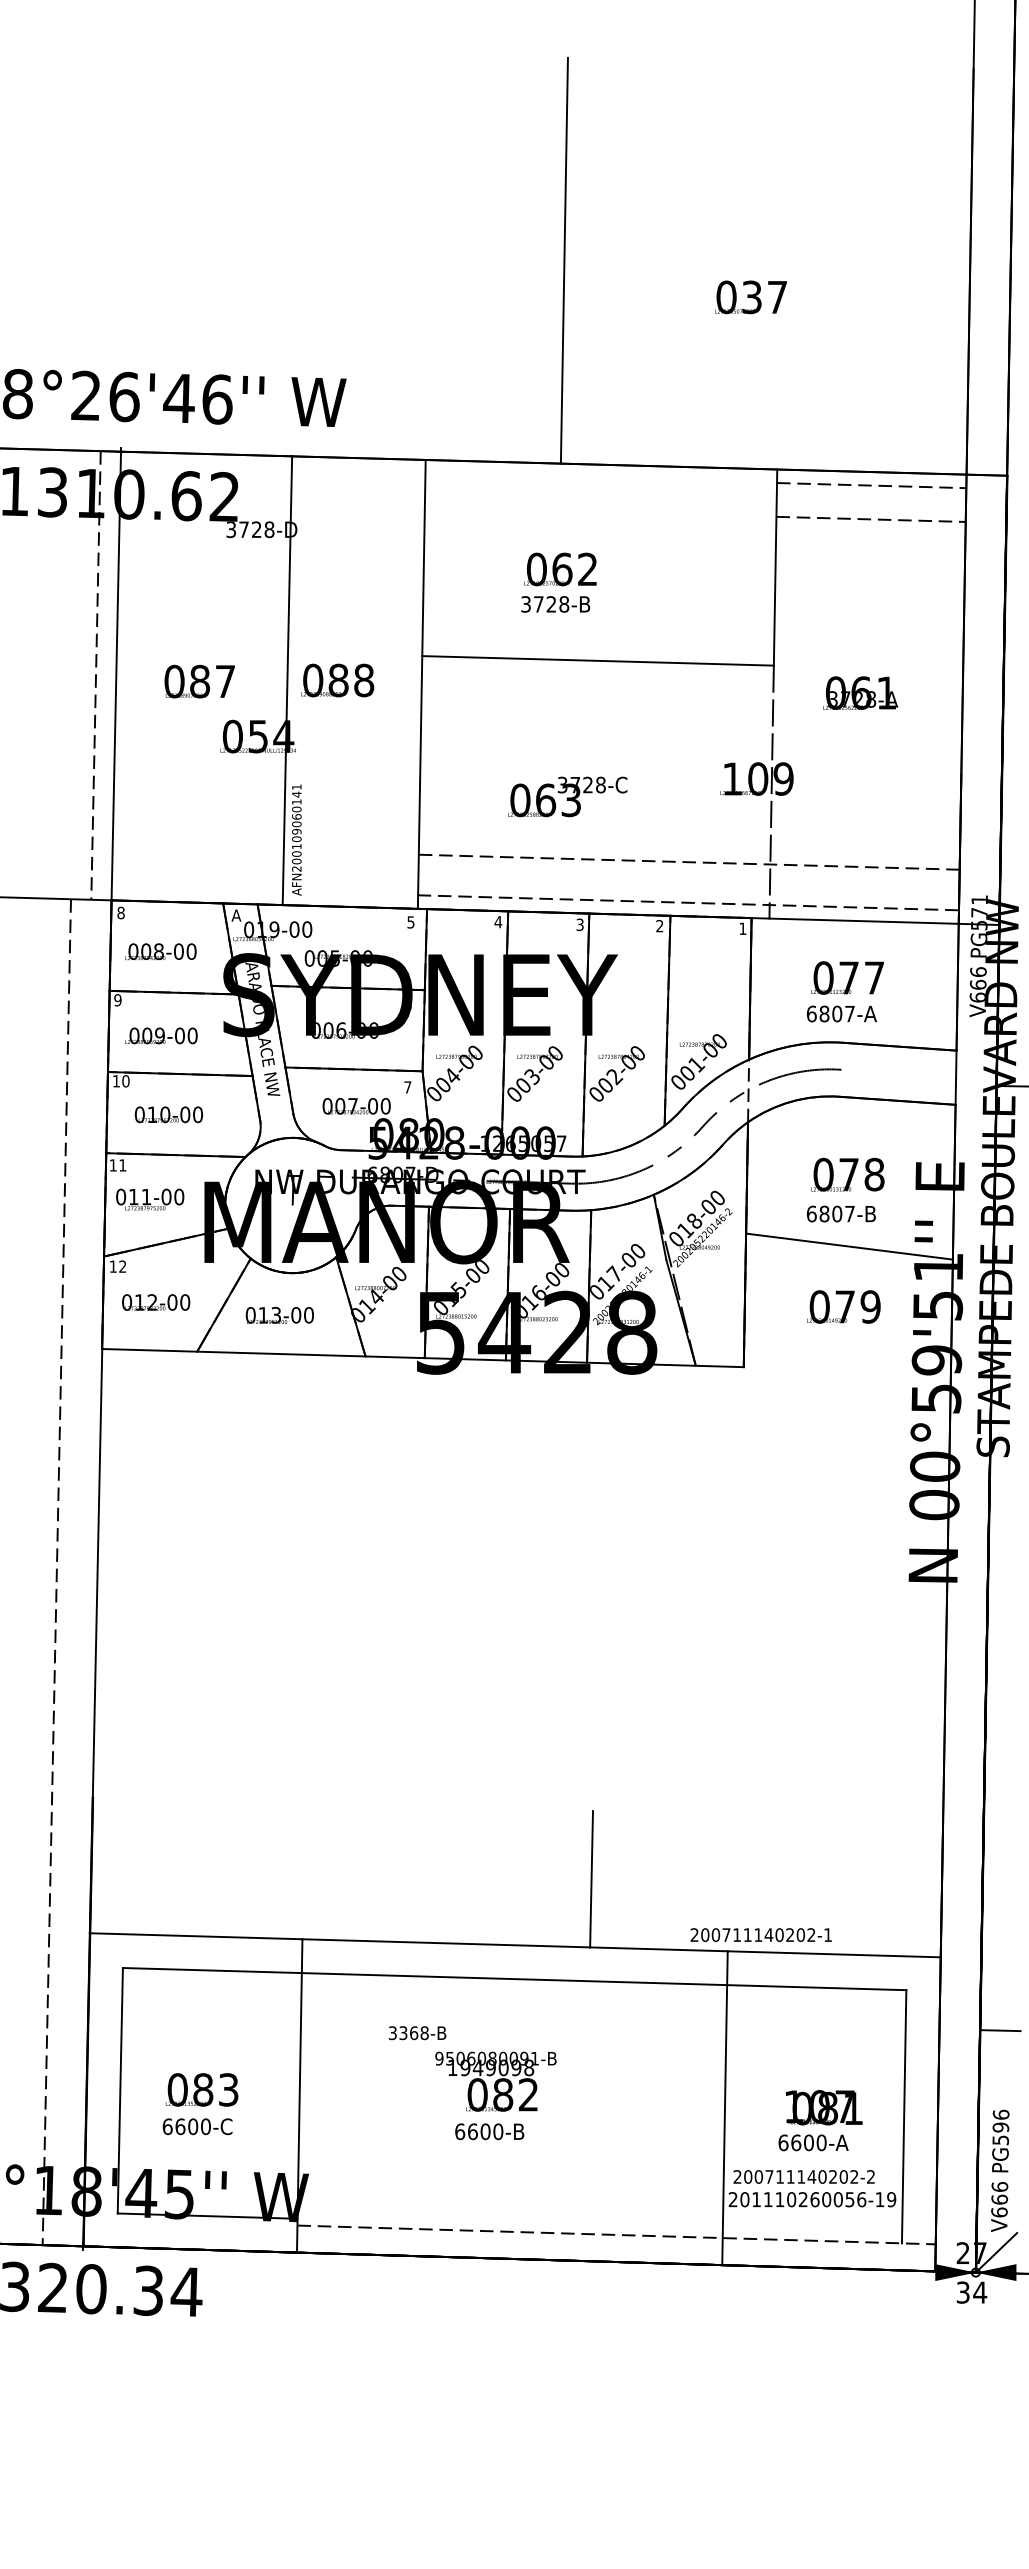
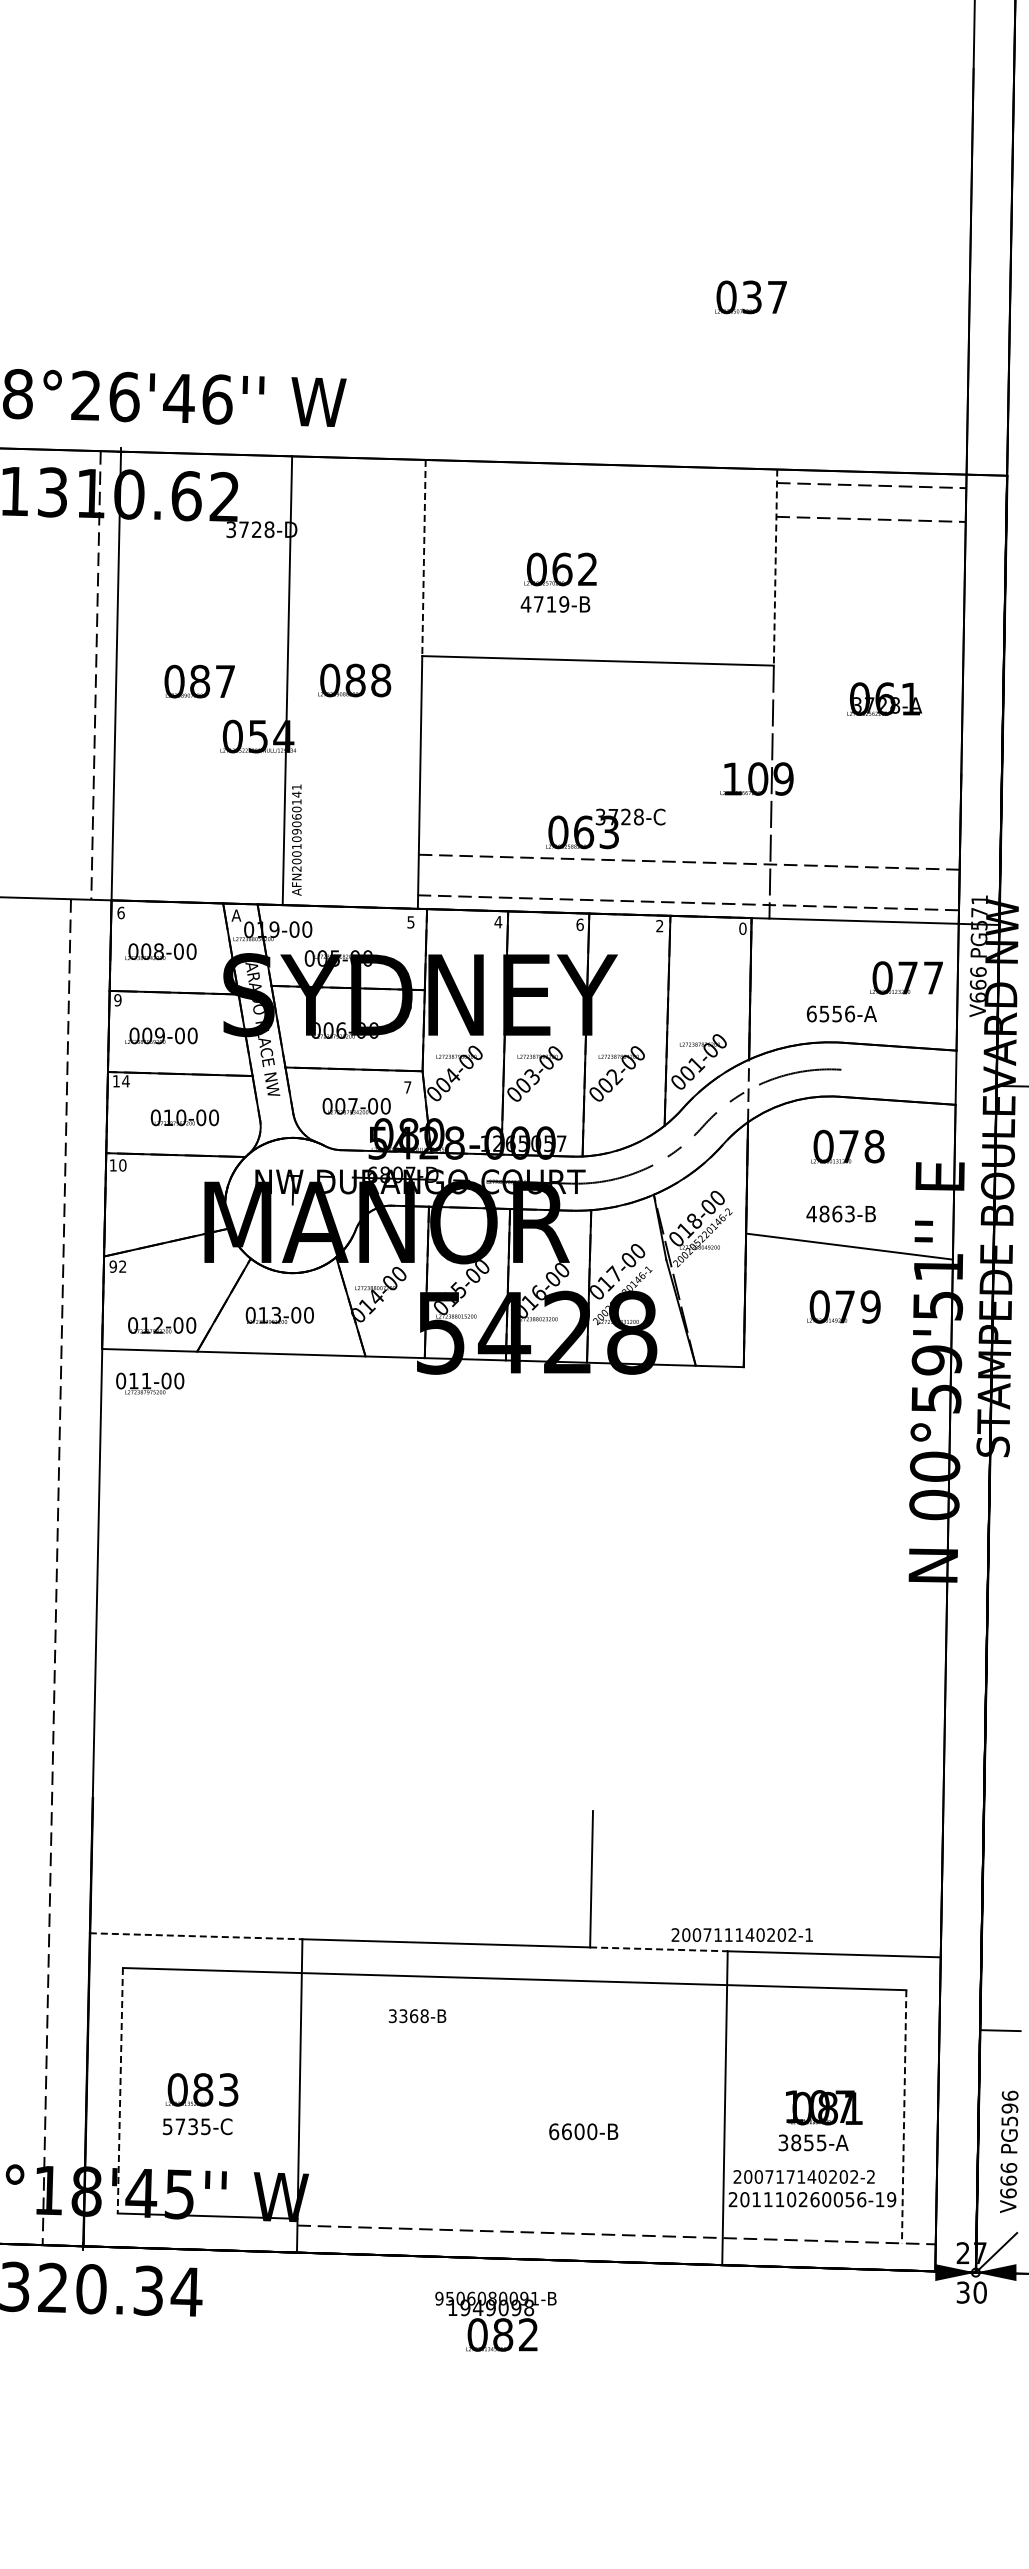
line at (563, 260): present -> none
line at (423, 558): solid -> dashed
line at (775, 568): solid -> dashed
text at (544, 604): 3728-B -> 4719-B
text at (337, 680) position: (337, 680) -> (354, 680)
text at (860, 692) position: (860, 692) -> (884, 698)
text at (567, 796) position: (567, 796) -> (605, 828)
text at (120, 912): 8 -> 6
text at (579, 924): 3 -> 6
text at (742, 928): 1 -> 0
text at (847, 977) position: (847, 977) -> (906, 977)
text at (837, 1013): 6807-A -> 6556-A
text at (125, 1081): 10 -> 14
text at (168, 1114) position: (168, 1114) -> (184, 1117)
text at (122, 1165): 11 -> 10
text at (847, 1174) position: (847, 1174) -> (847, 1146)
text at (150, 1199) position: (150, 1199) -> (150, 1383)
text at (830, 1213): 6807-B -> 4863-B
text at (112, 1266): 12 -> 92
text at (156, 1302) position: (156, 1302) -> (162, 1325)
text at (760, 1934) position: (760, 1934) -> (741, 1934)
line at (196, 1936): solid -> dashed
line at (658, 1949): solid -> dashed
text at (417, 2033) position: (417, 2033) -> (417, 2016)
text at (495, 2081) position: (495, 2081) -> (495, 2321)
line at (120, 2090): solid -> dashed
line at (904, 2116): solid -> dashed
text at (186, 2126): 6600-C -> 5735-C
text at (489, 2131) position: (489, 2131) -> (583, 2131)
text at (802, 2142): 6600-A -> 3855-A
text at (1000, 2170) position: (1000, 2170) -> (1009, 2151)
text at (790, 2176): 200711140202-2 -> 200717140202-2
text at (980, 2292): 34 -> 30
